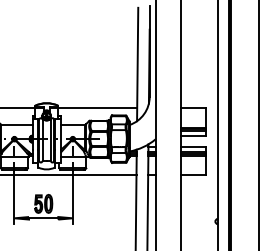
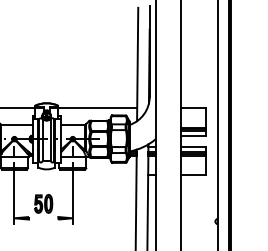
line at (258, 124): present -> none
line at (69, 175): present -> none
line at (43, 218): present -> none
